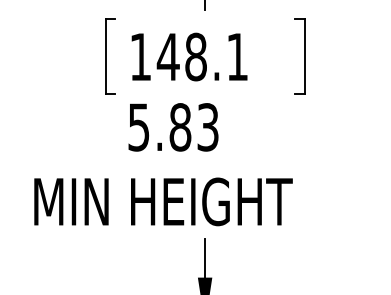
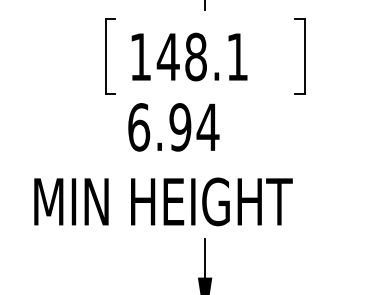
text at (173, 127): 5.83 -> 6.94
